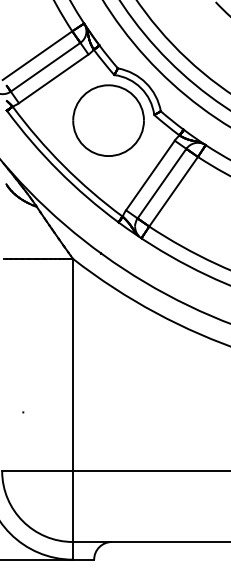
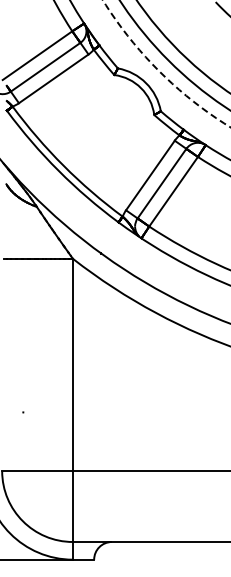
arc at (159, 71): solid -> dashed
part at (108, 120): present -> none
